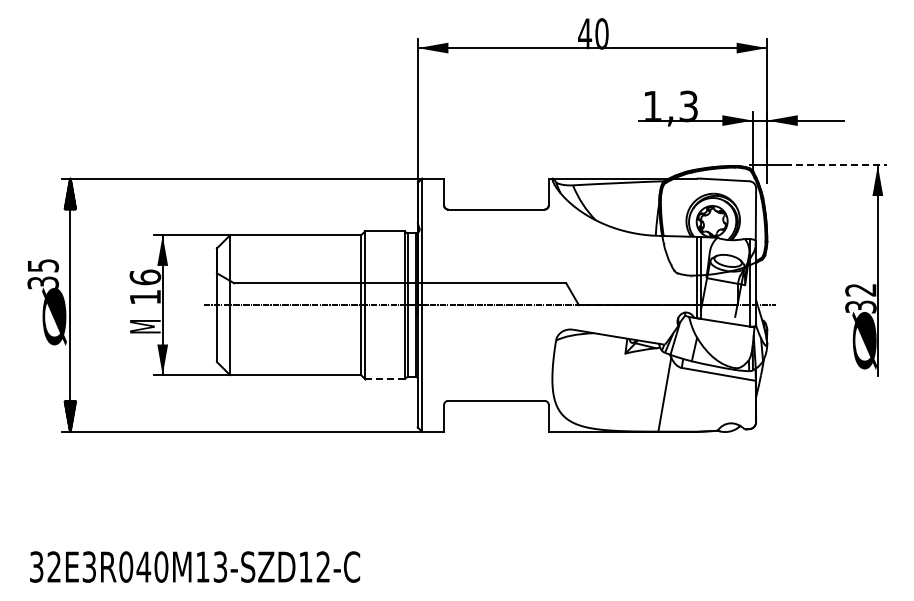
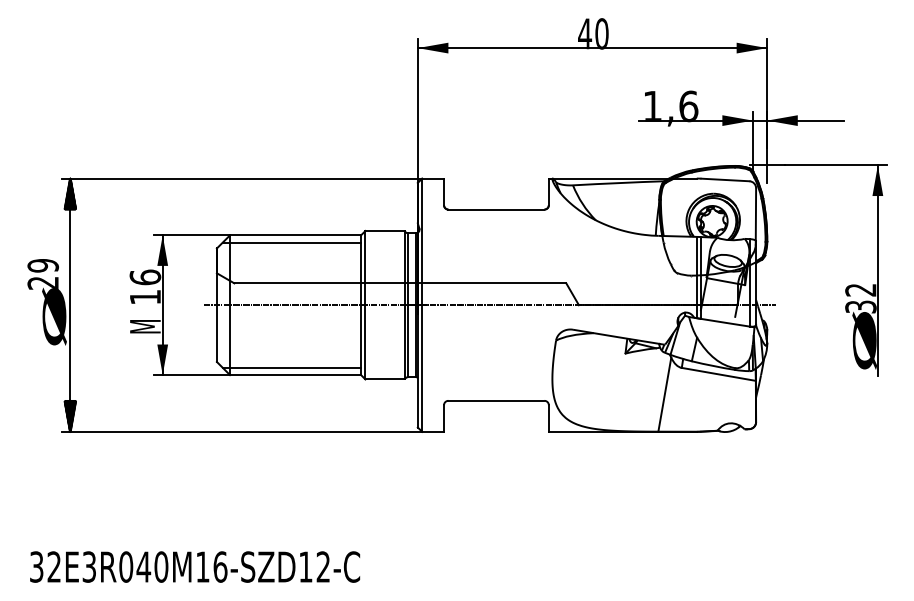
text at (688, 106): 1,3 -> 1,6
line at (835, 165): dashed -> solid
line at (291, 242): none -> present
text at (43, 274): 35 -> 29
line at (291, 367): none -> present
line at (385, 379): dashed -> solid
text at (220, 566): 32E3R040M13-SZD12-C -> 32E3R040M16-SZD12-C
